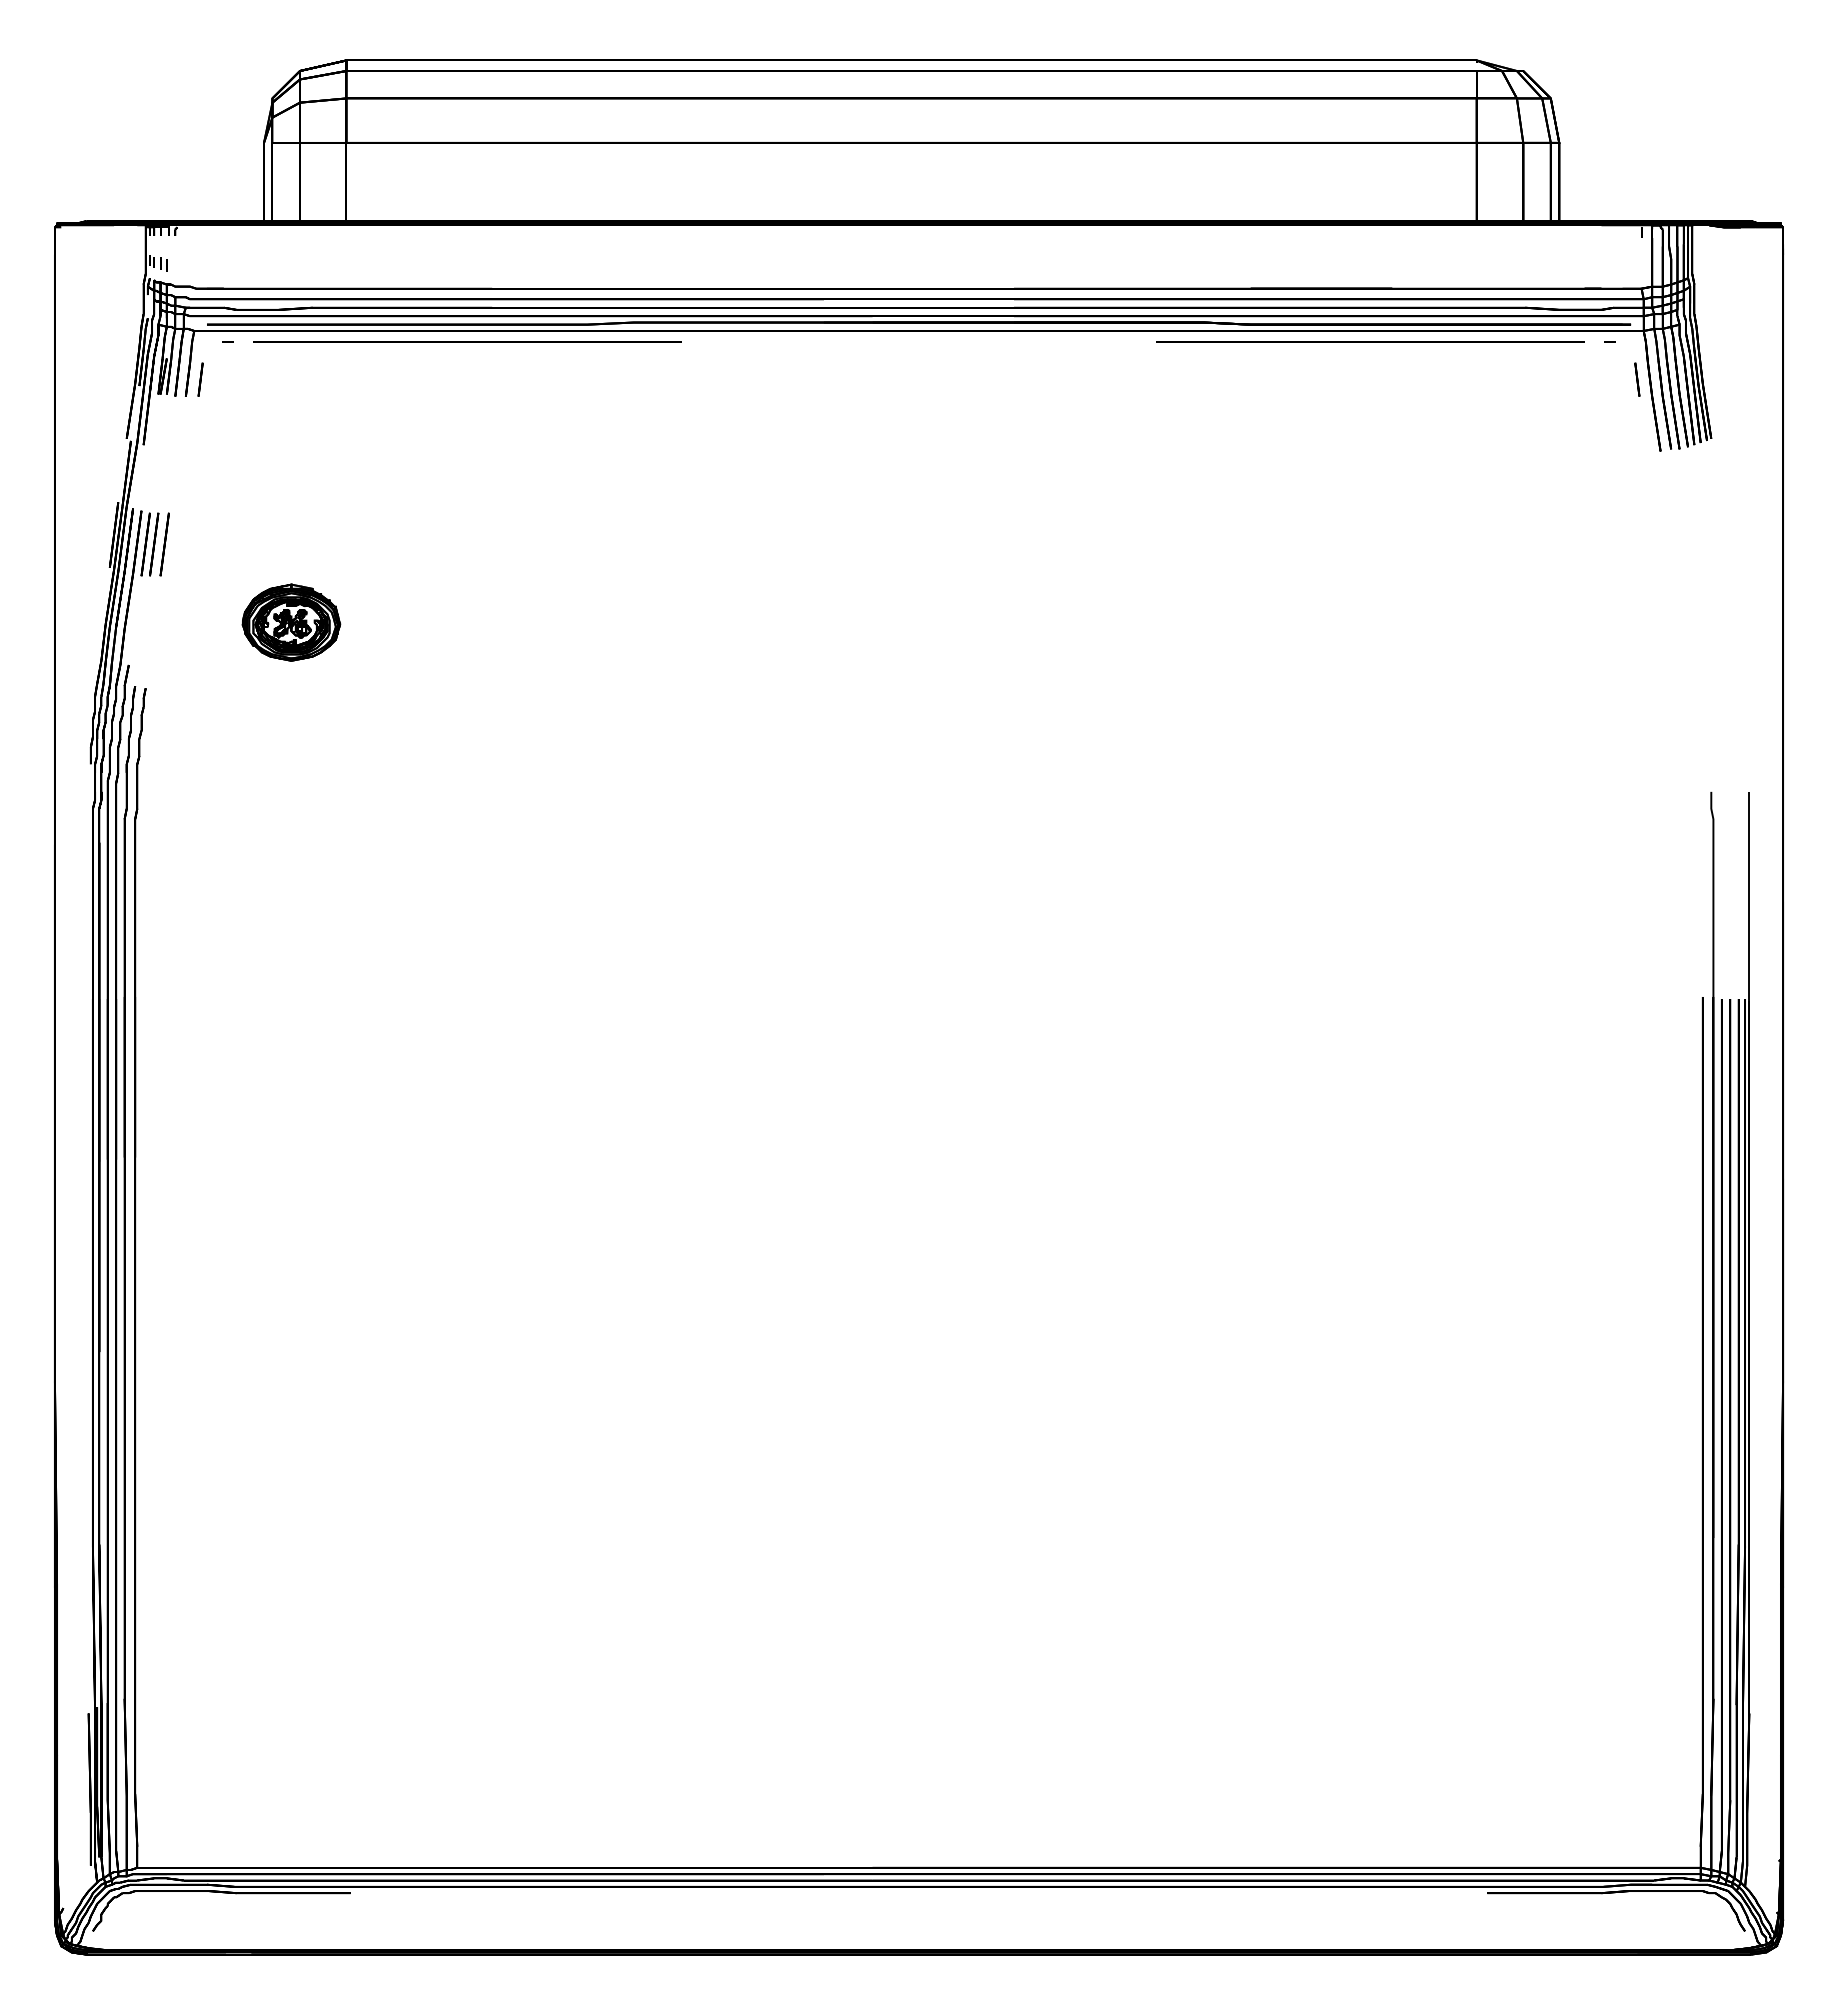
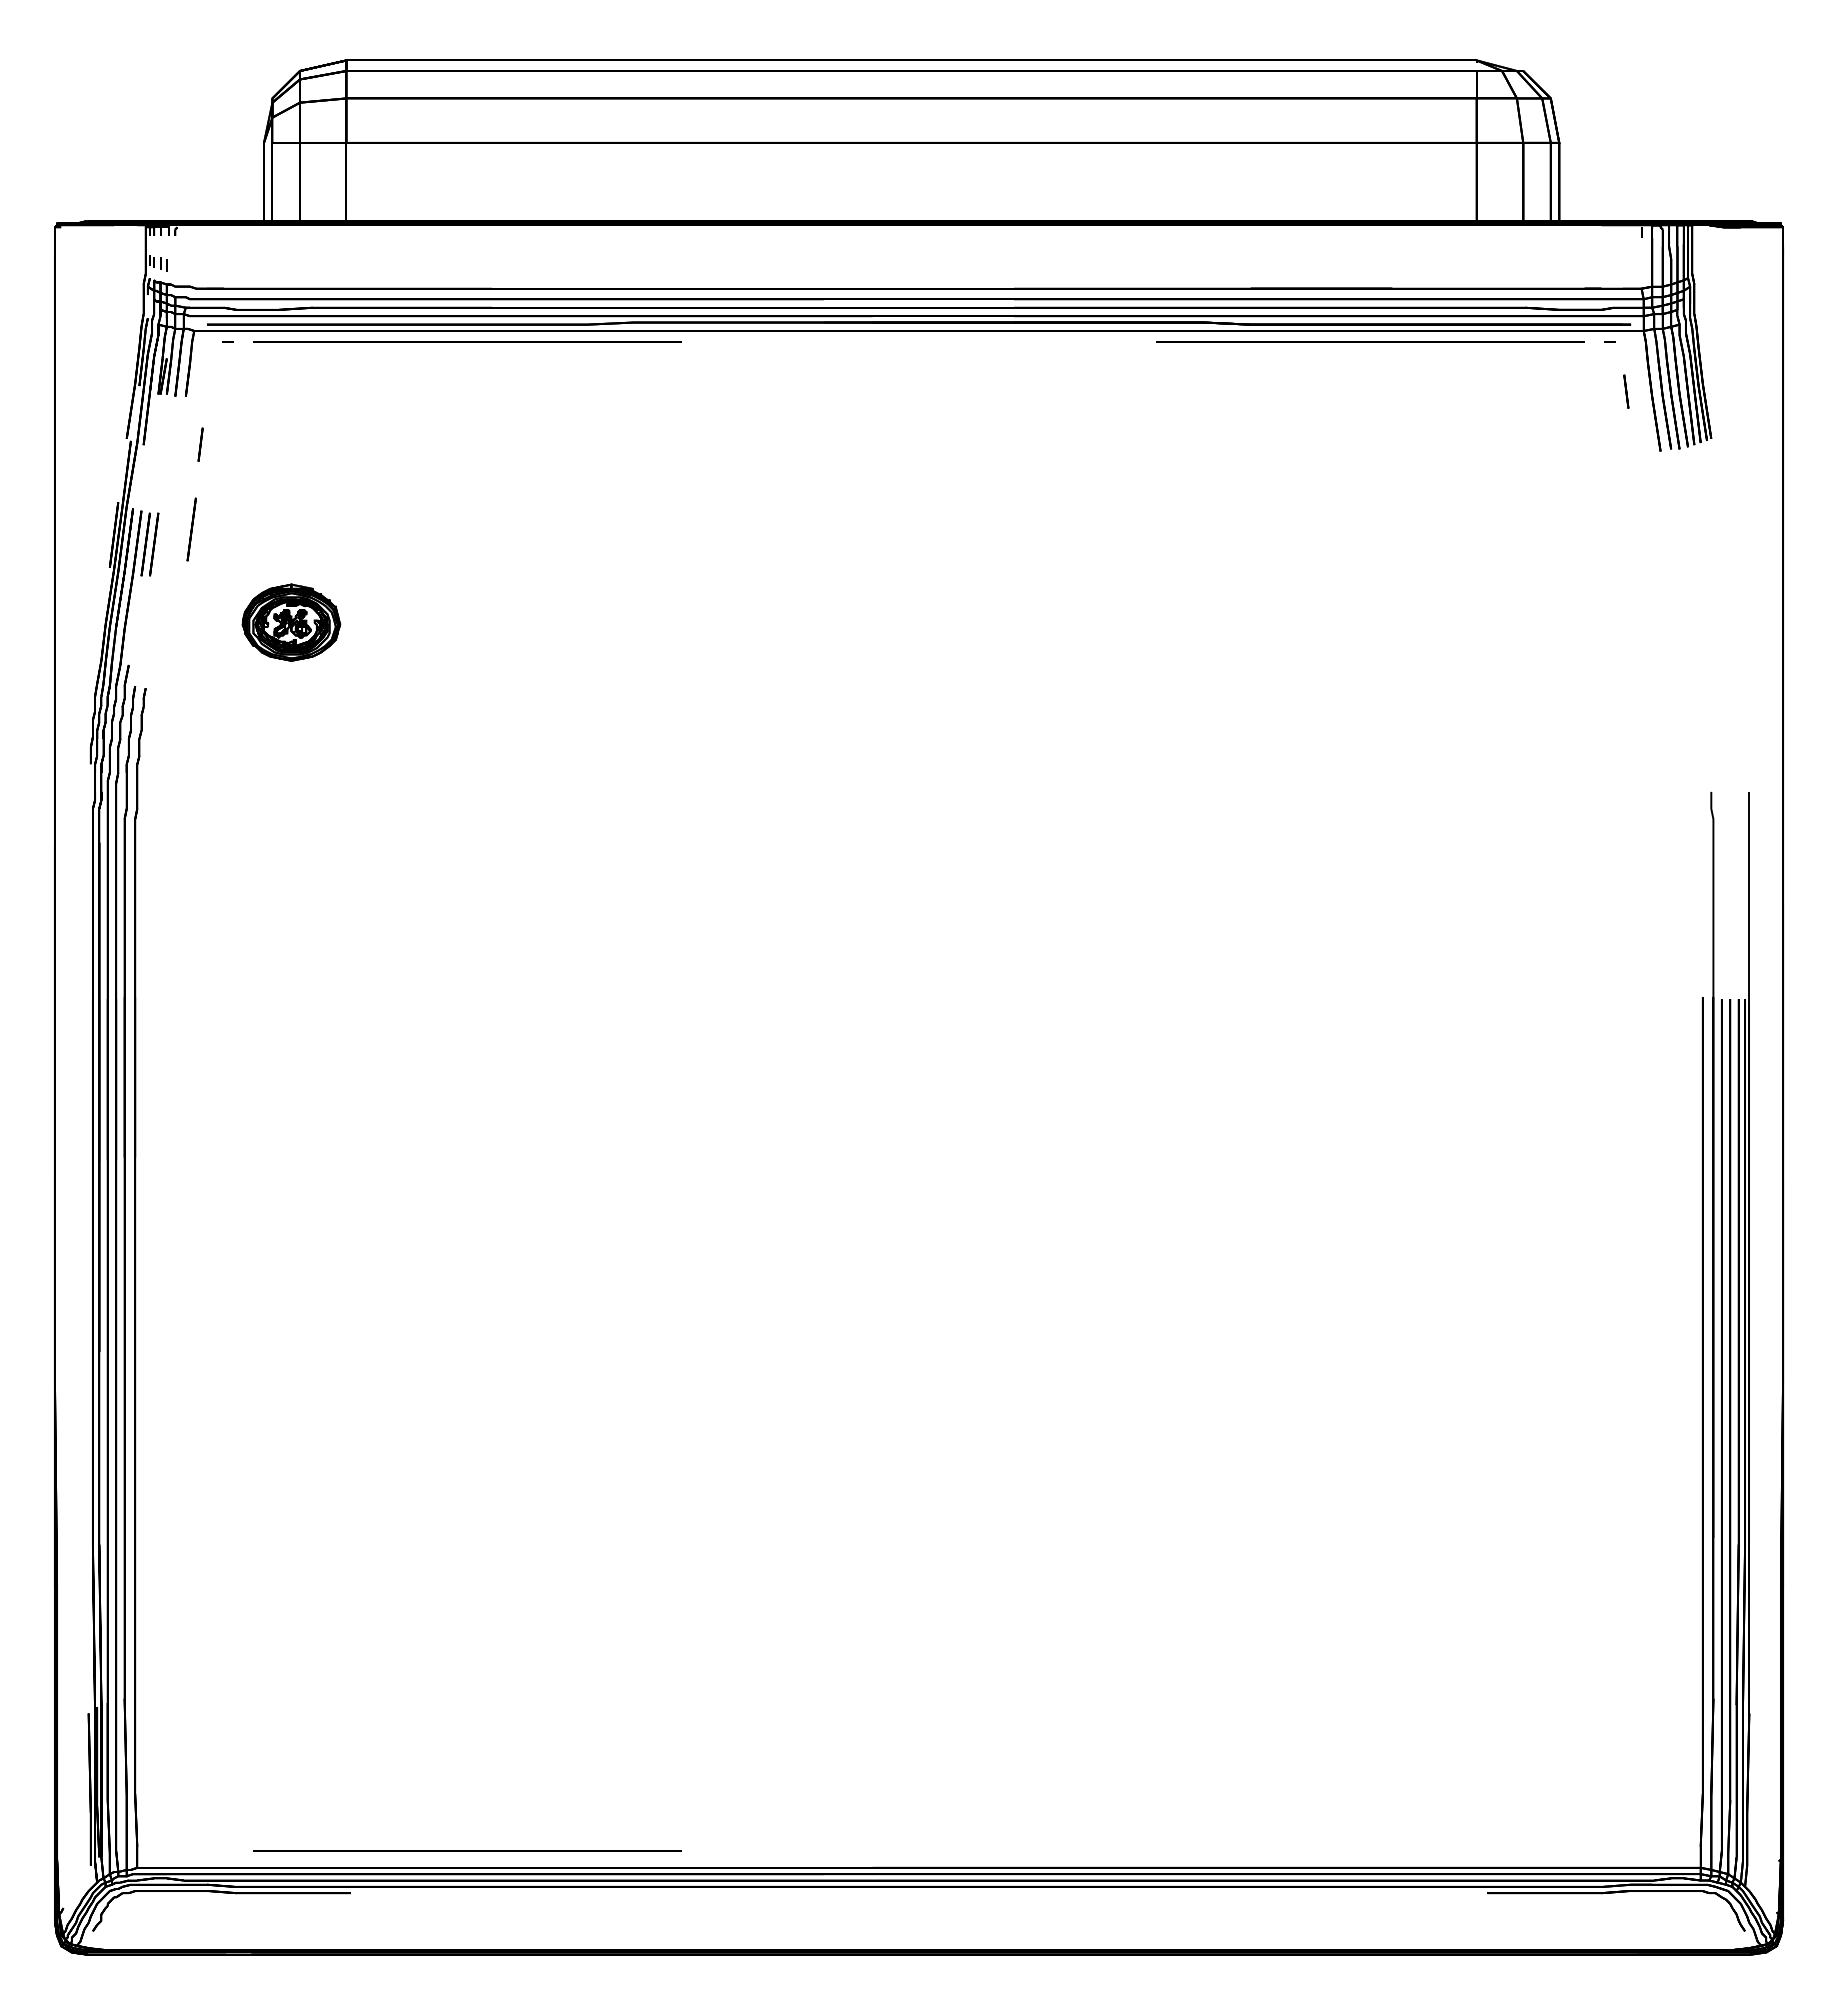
line at (200, 379) position: (200, 379) -> (200, 444)
line at (1637, 379) position: (1637, 379) -> (1626, 391)
line at (164, 544) position: (164, 544) -> (191, 529)
line at (467, 1850): none -> present
